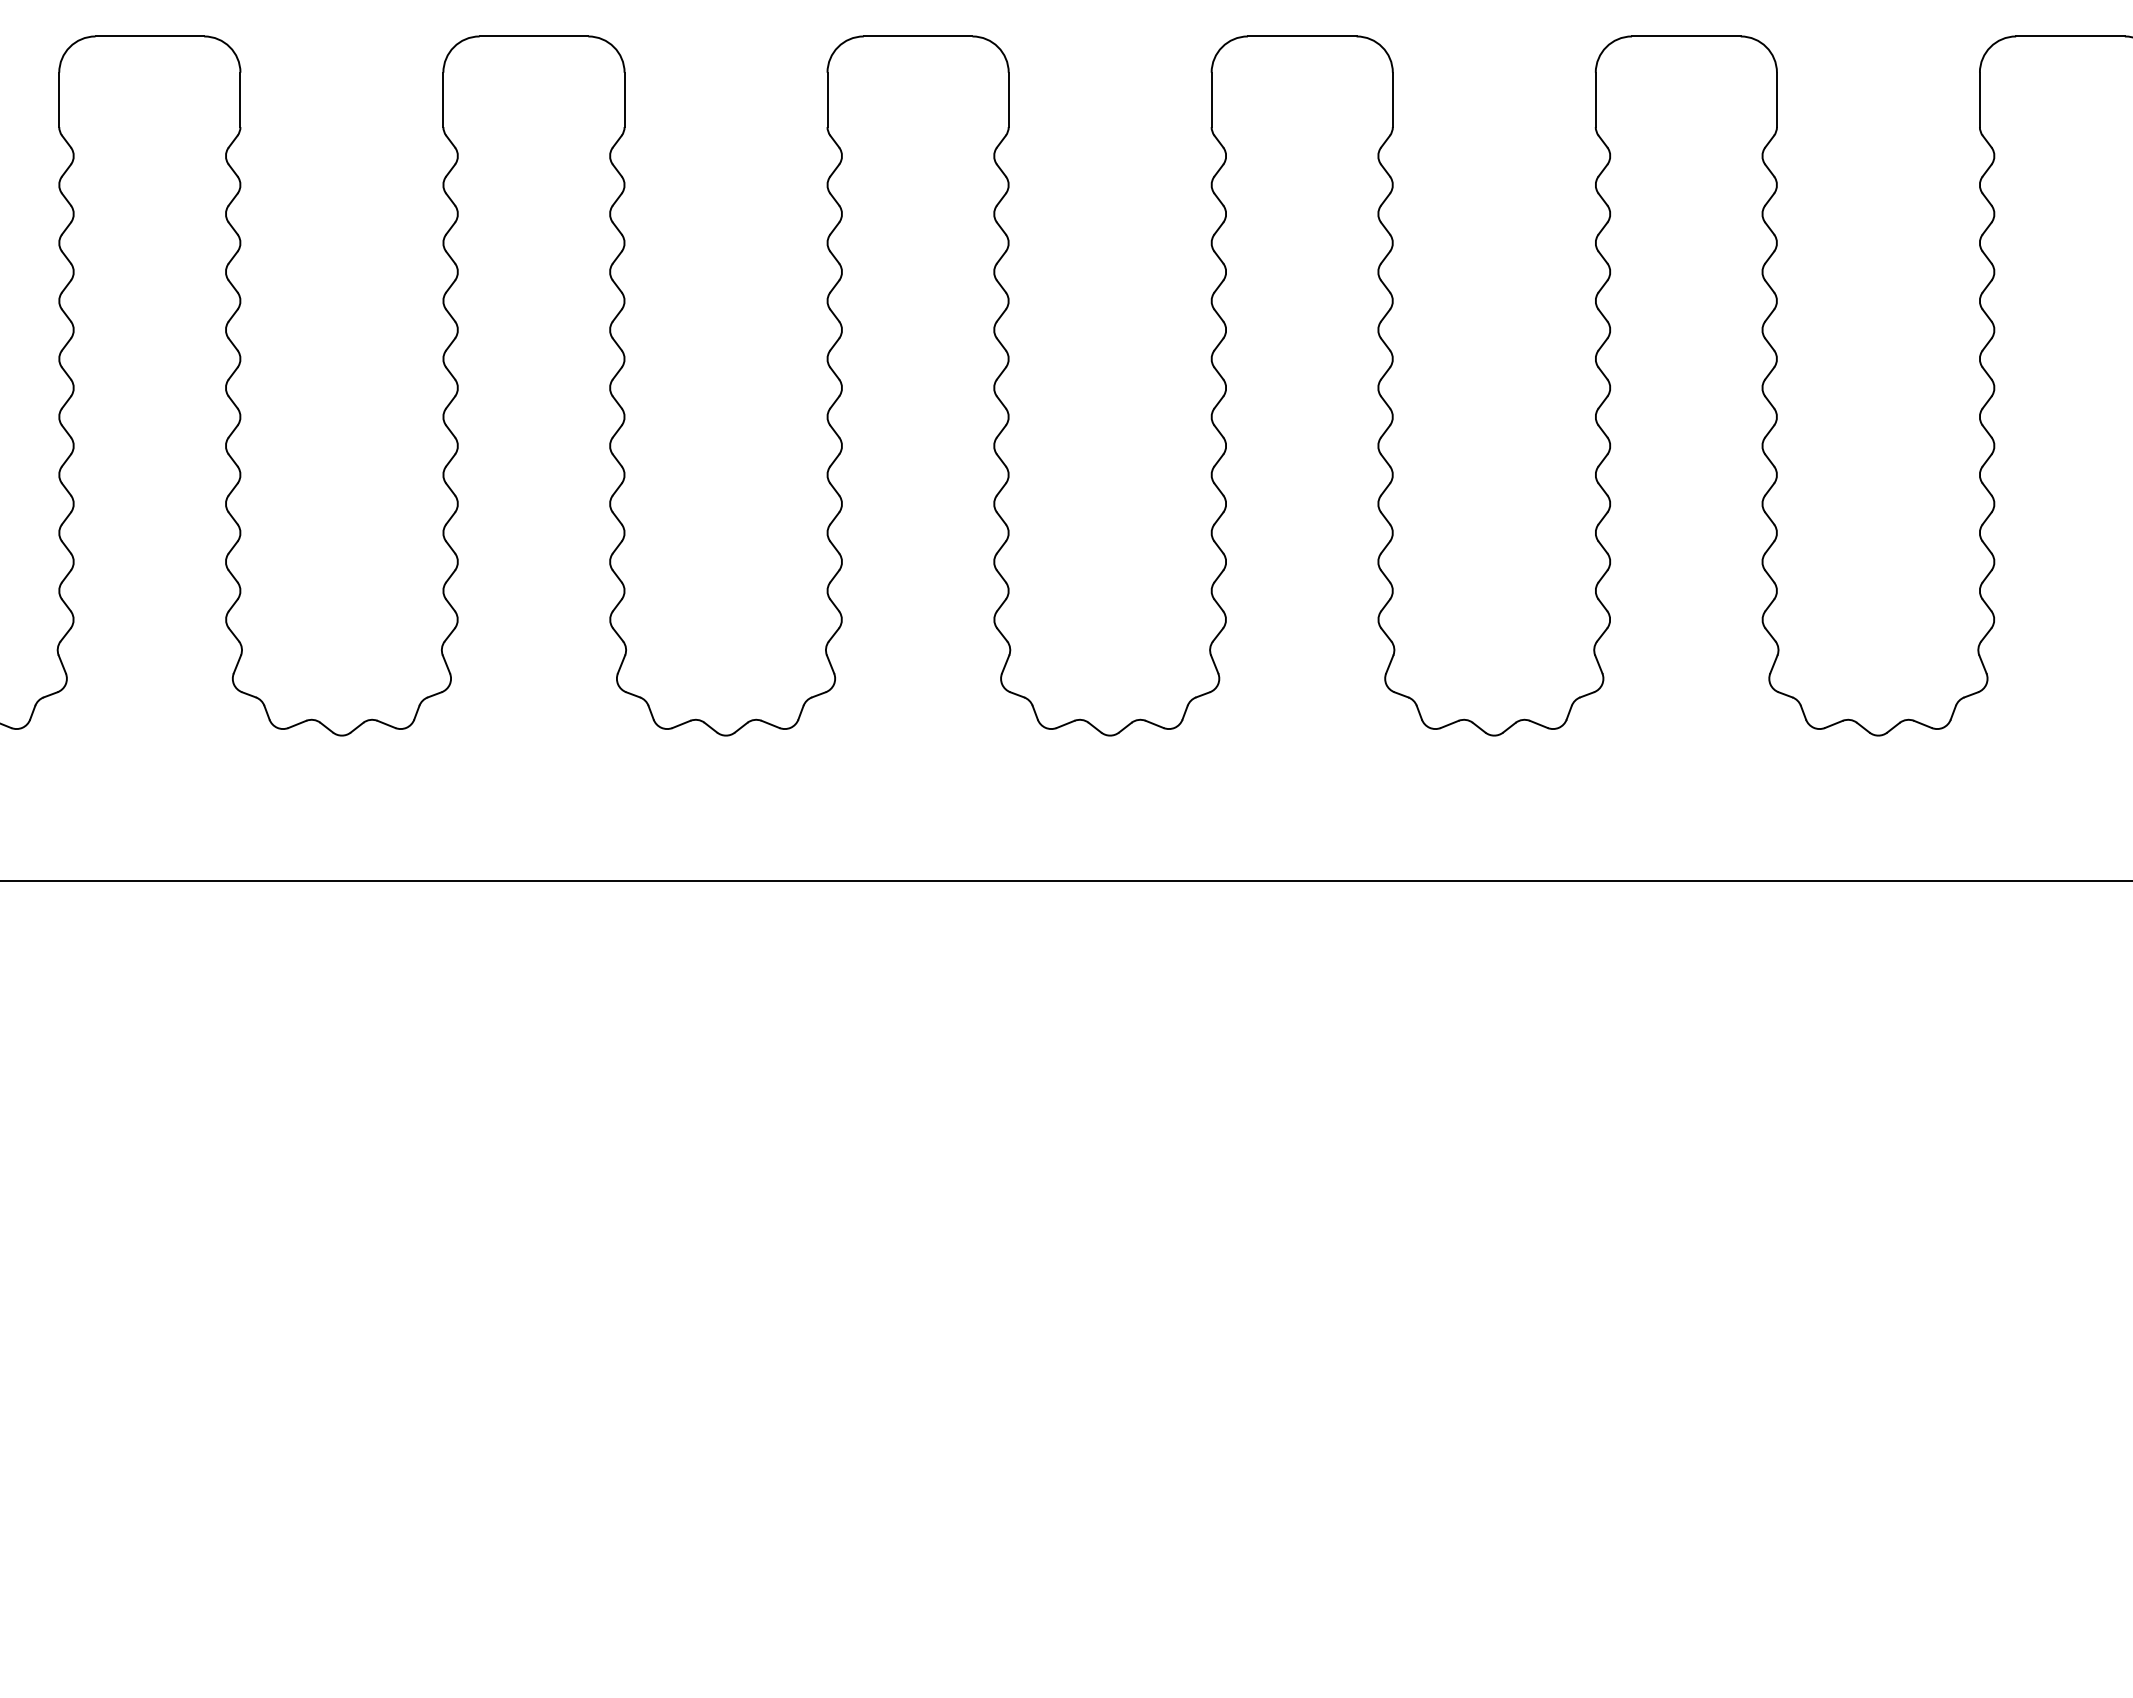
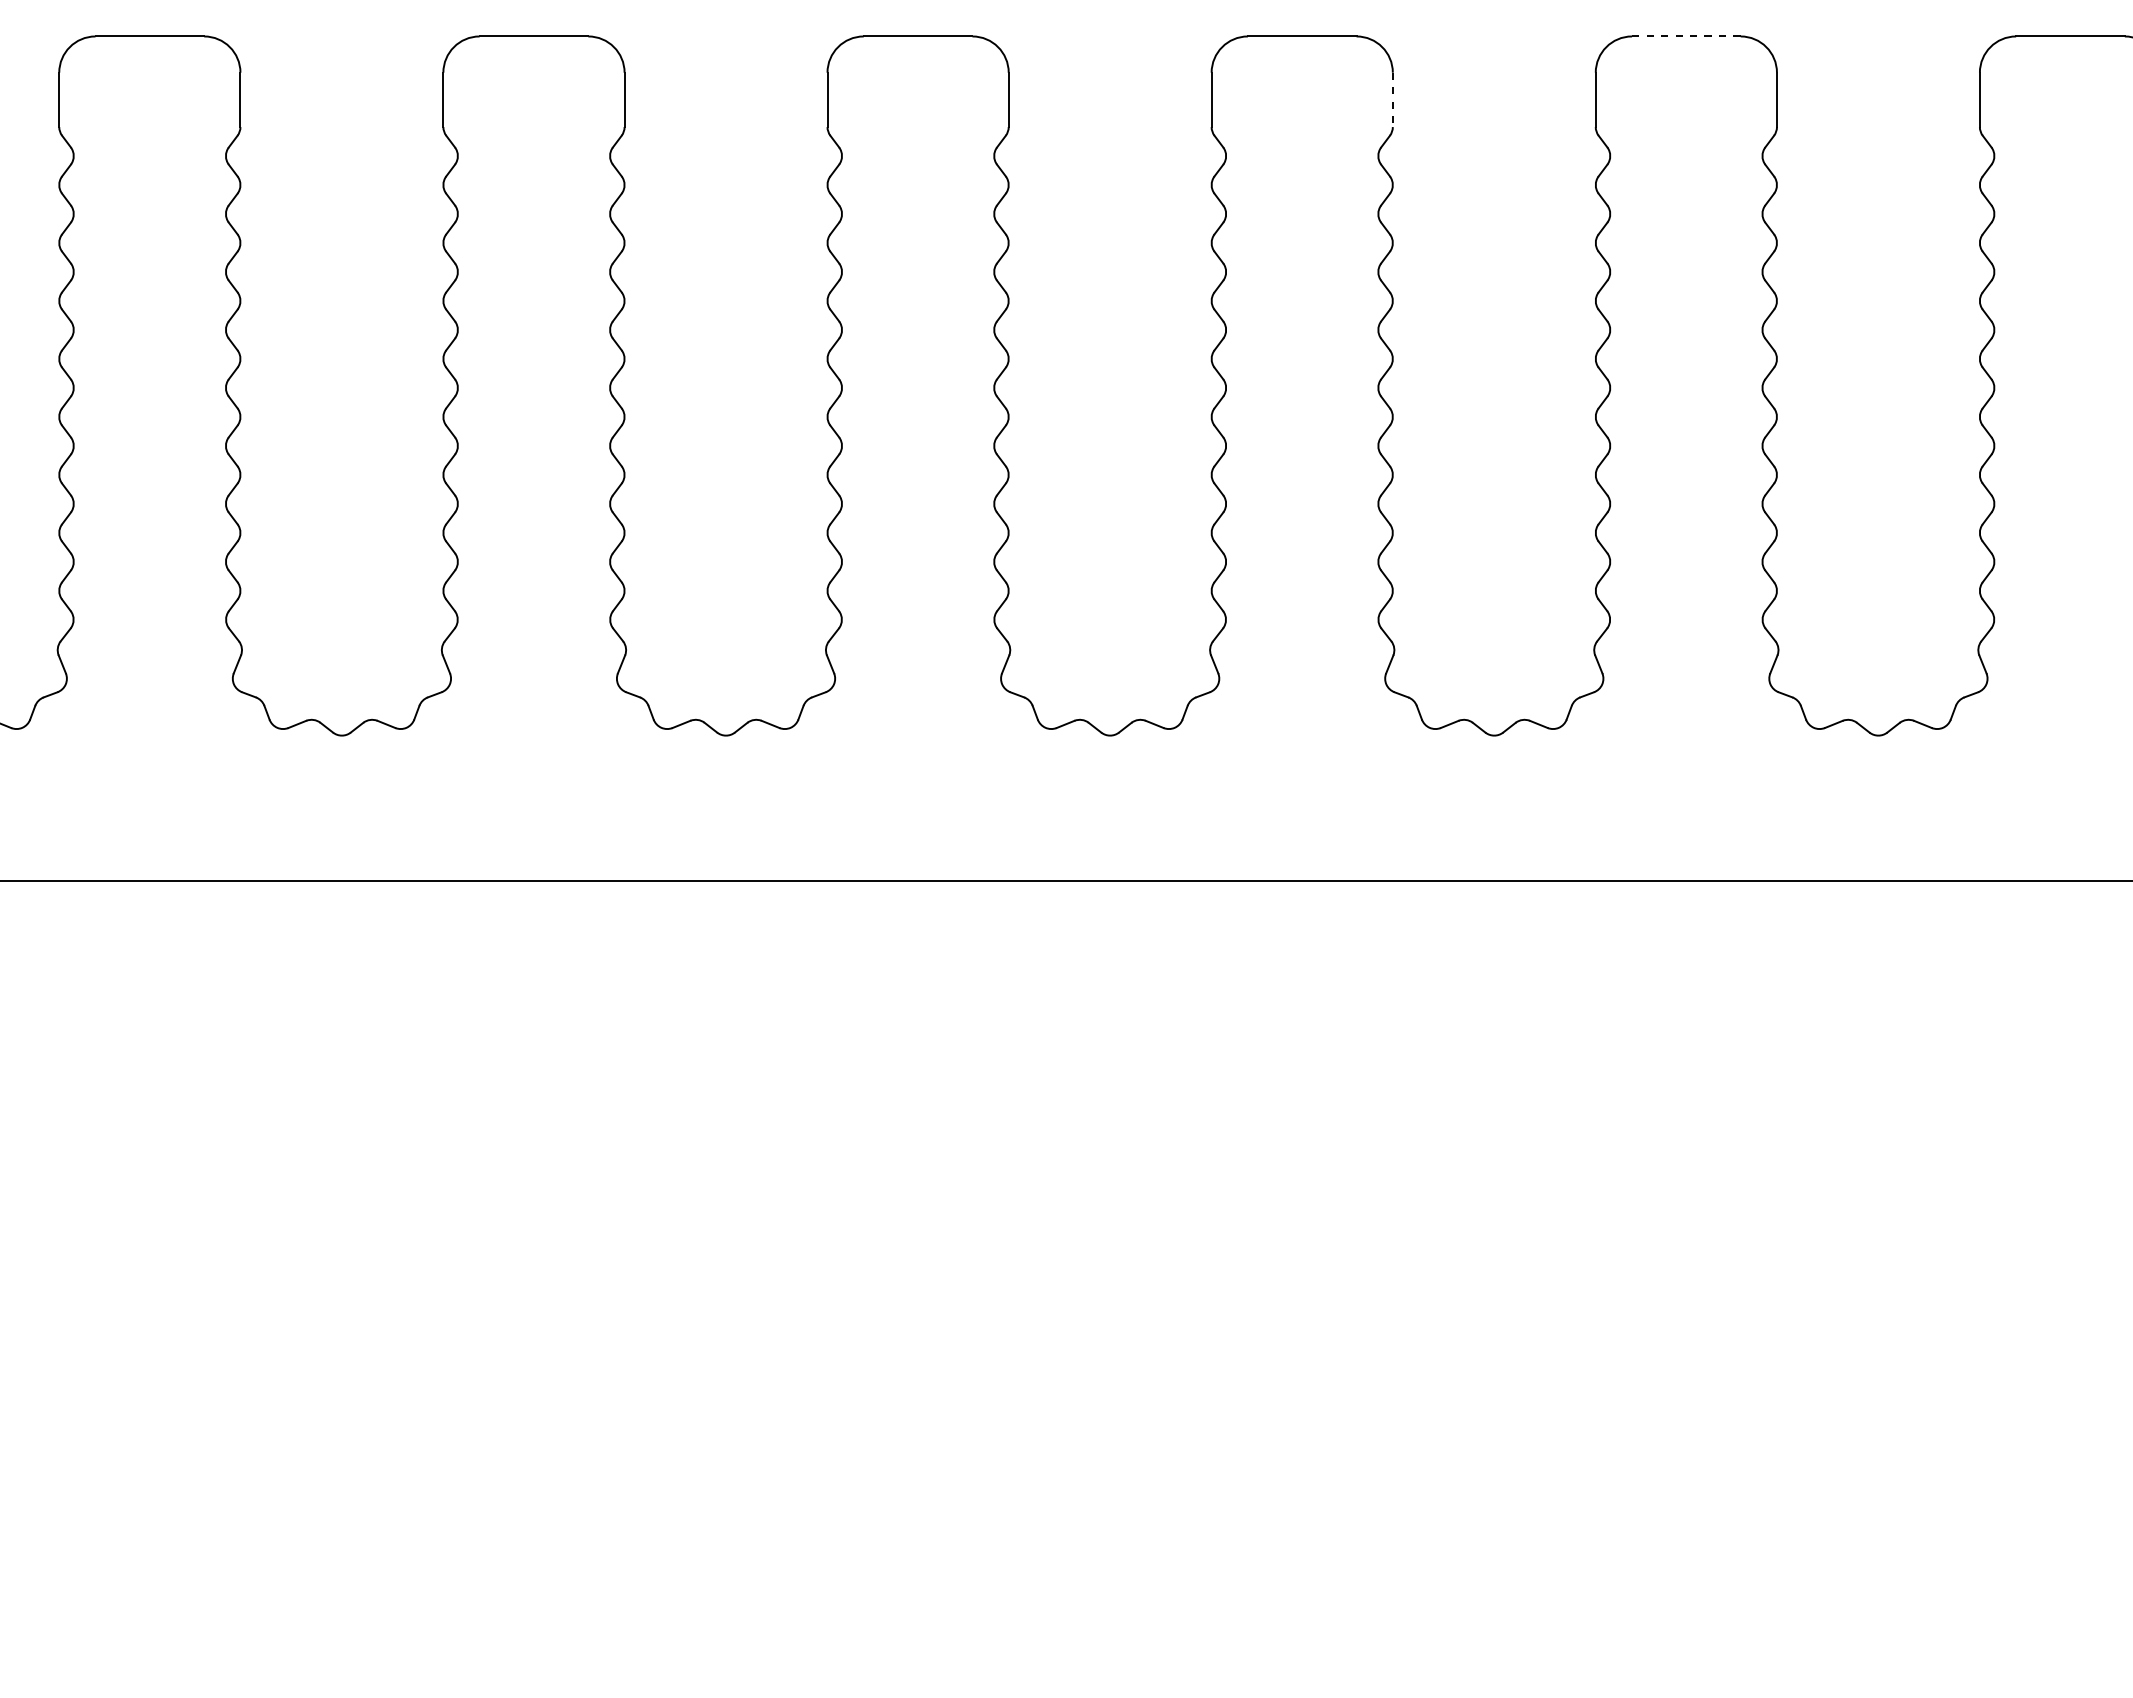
line at (1686, 36): solid -> dashed
line at (1392, 100): solid -> dashed
